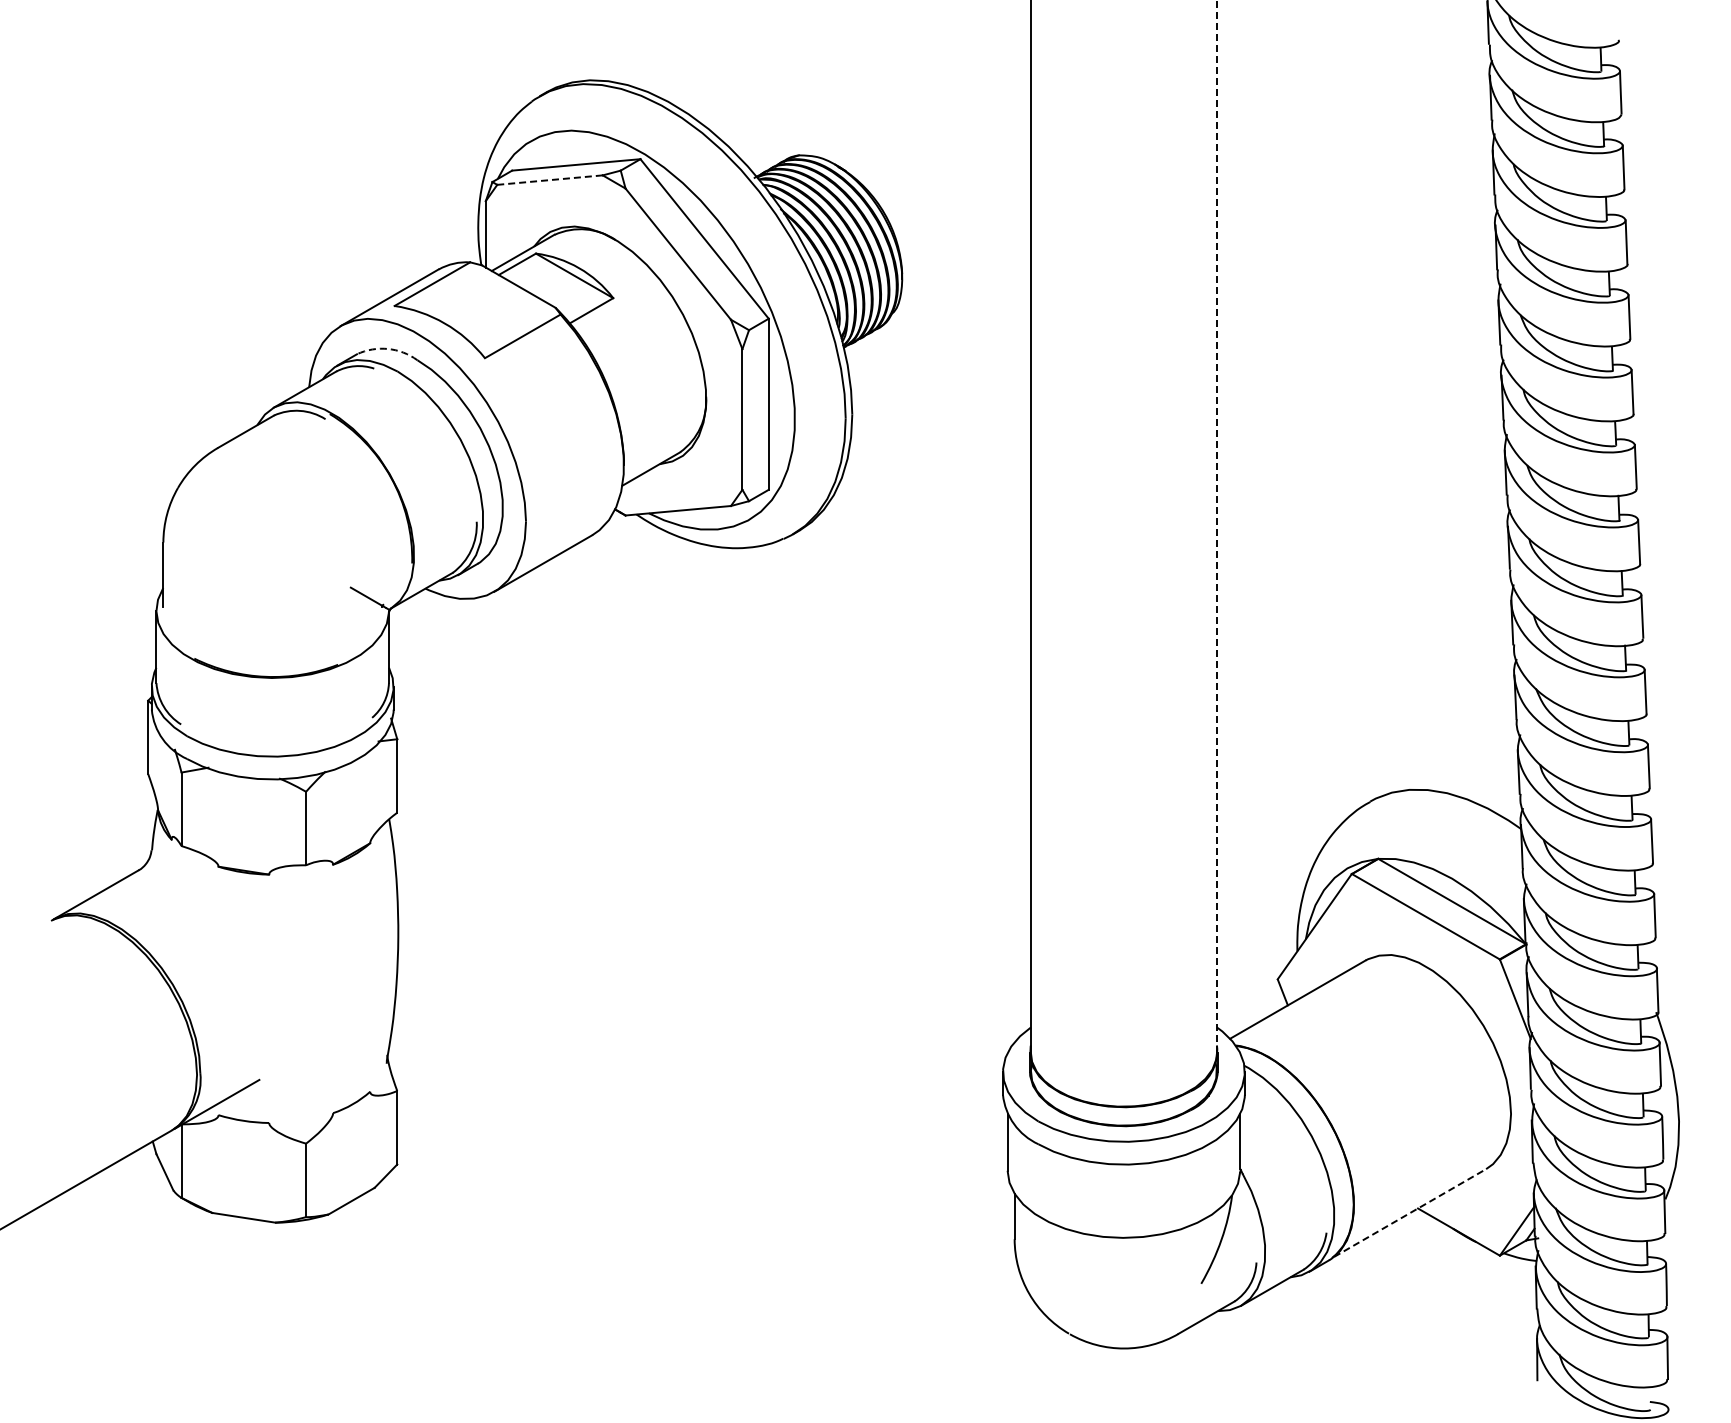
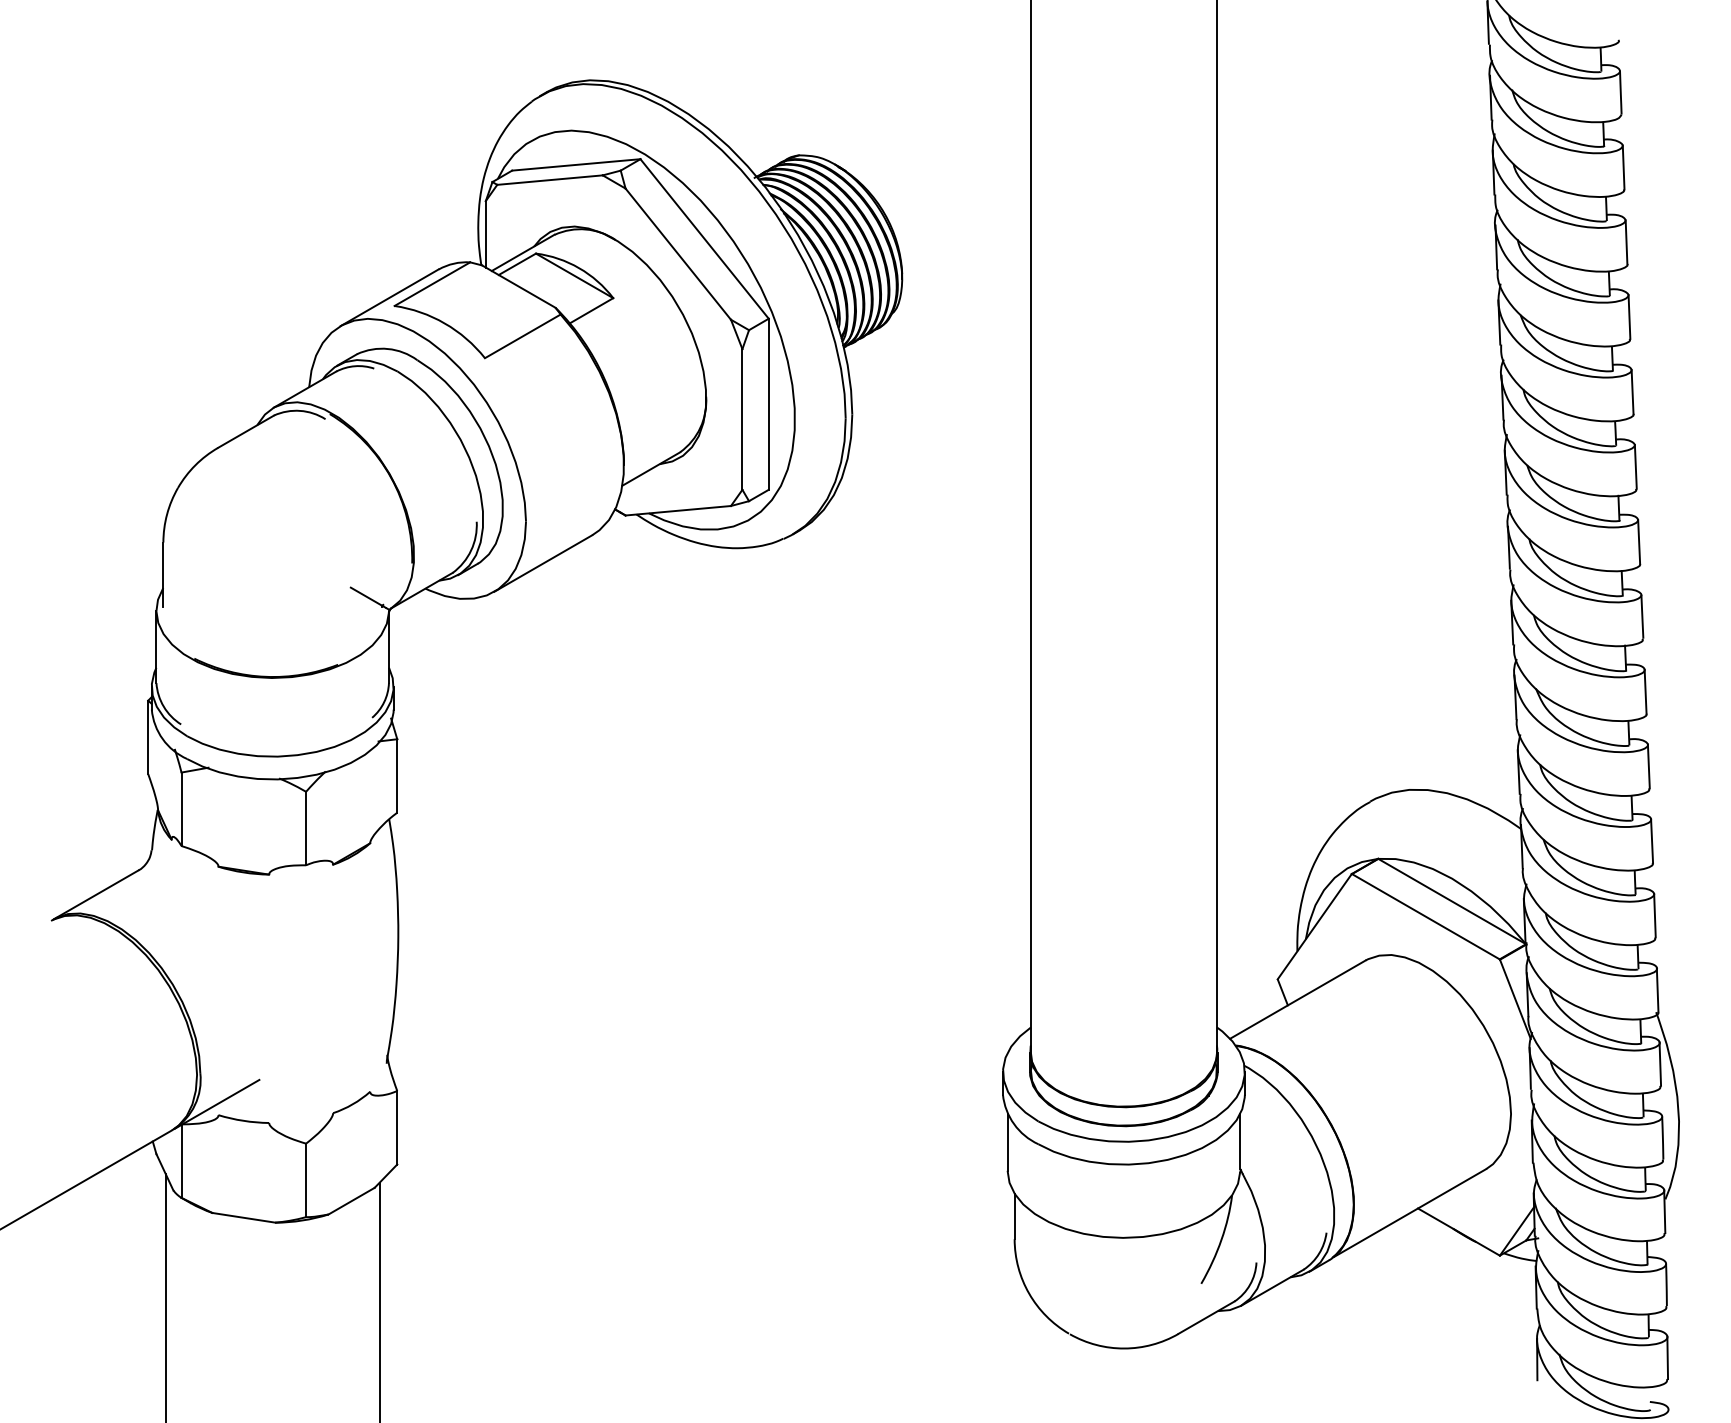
line at (550, 180): dashed -> solid
arc at (388, 348): dashed -> solid
line at (1217, 526): dashed -> solid
line at (1410, 1213): dashed -> solid
line at (165, 1296): none -> present
line at (379, 1300): none -> present
